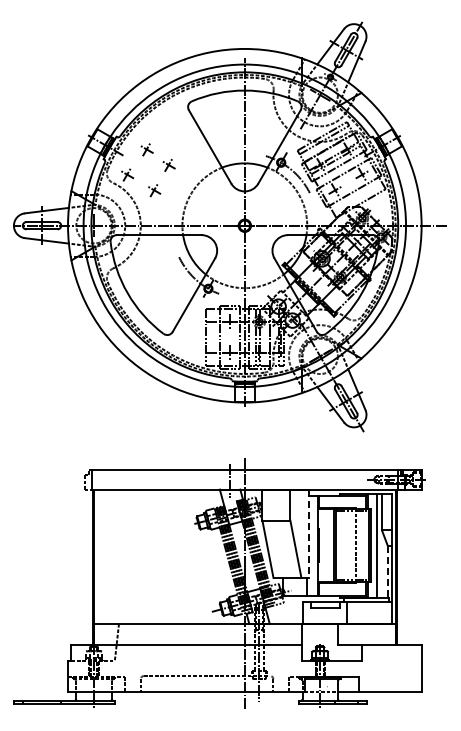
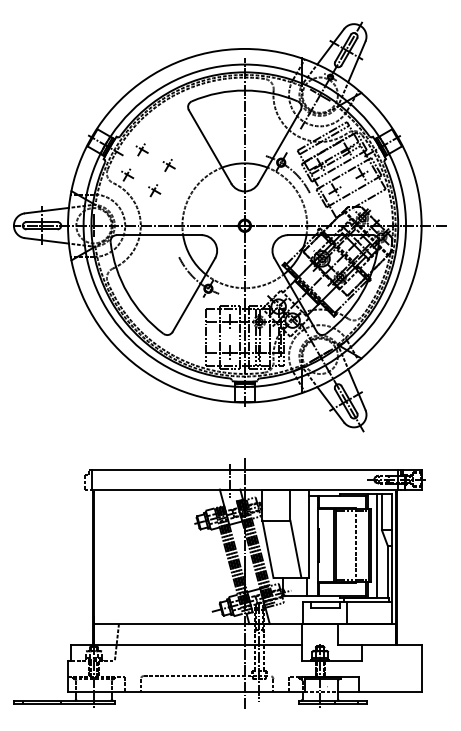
part at (146, 149) position: (146, 149) -> (141, 149)
line at (308, 534): dashed -> solid
line at (387, 572): dashed -> solid
